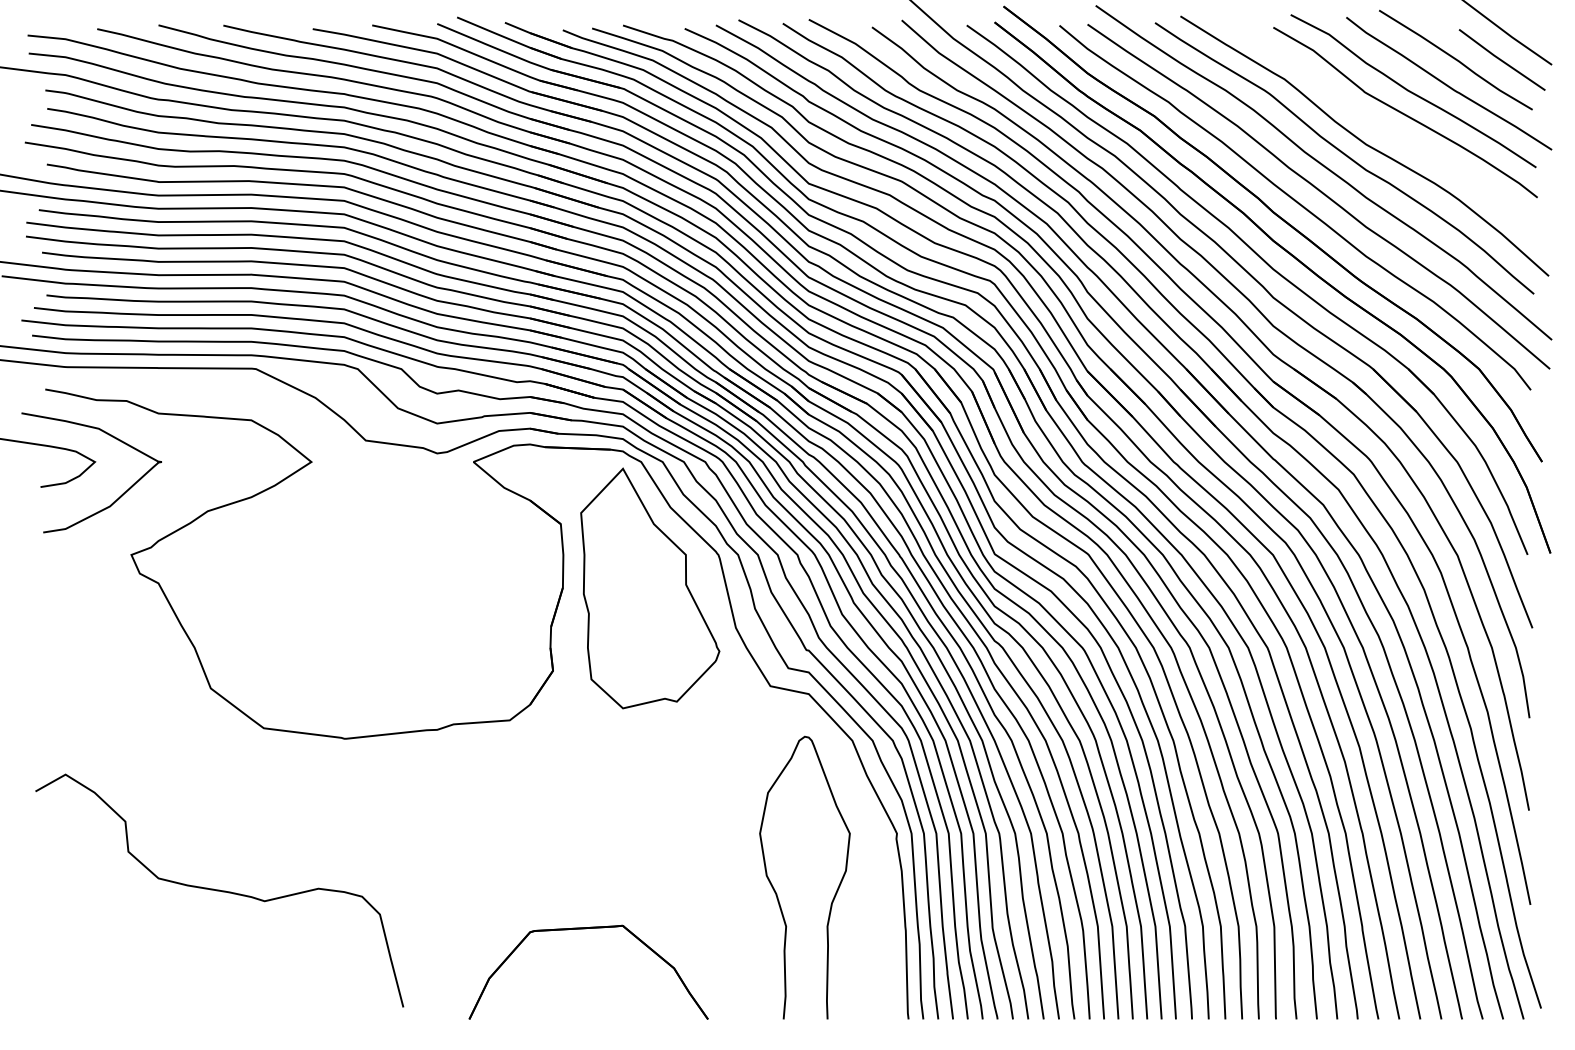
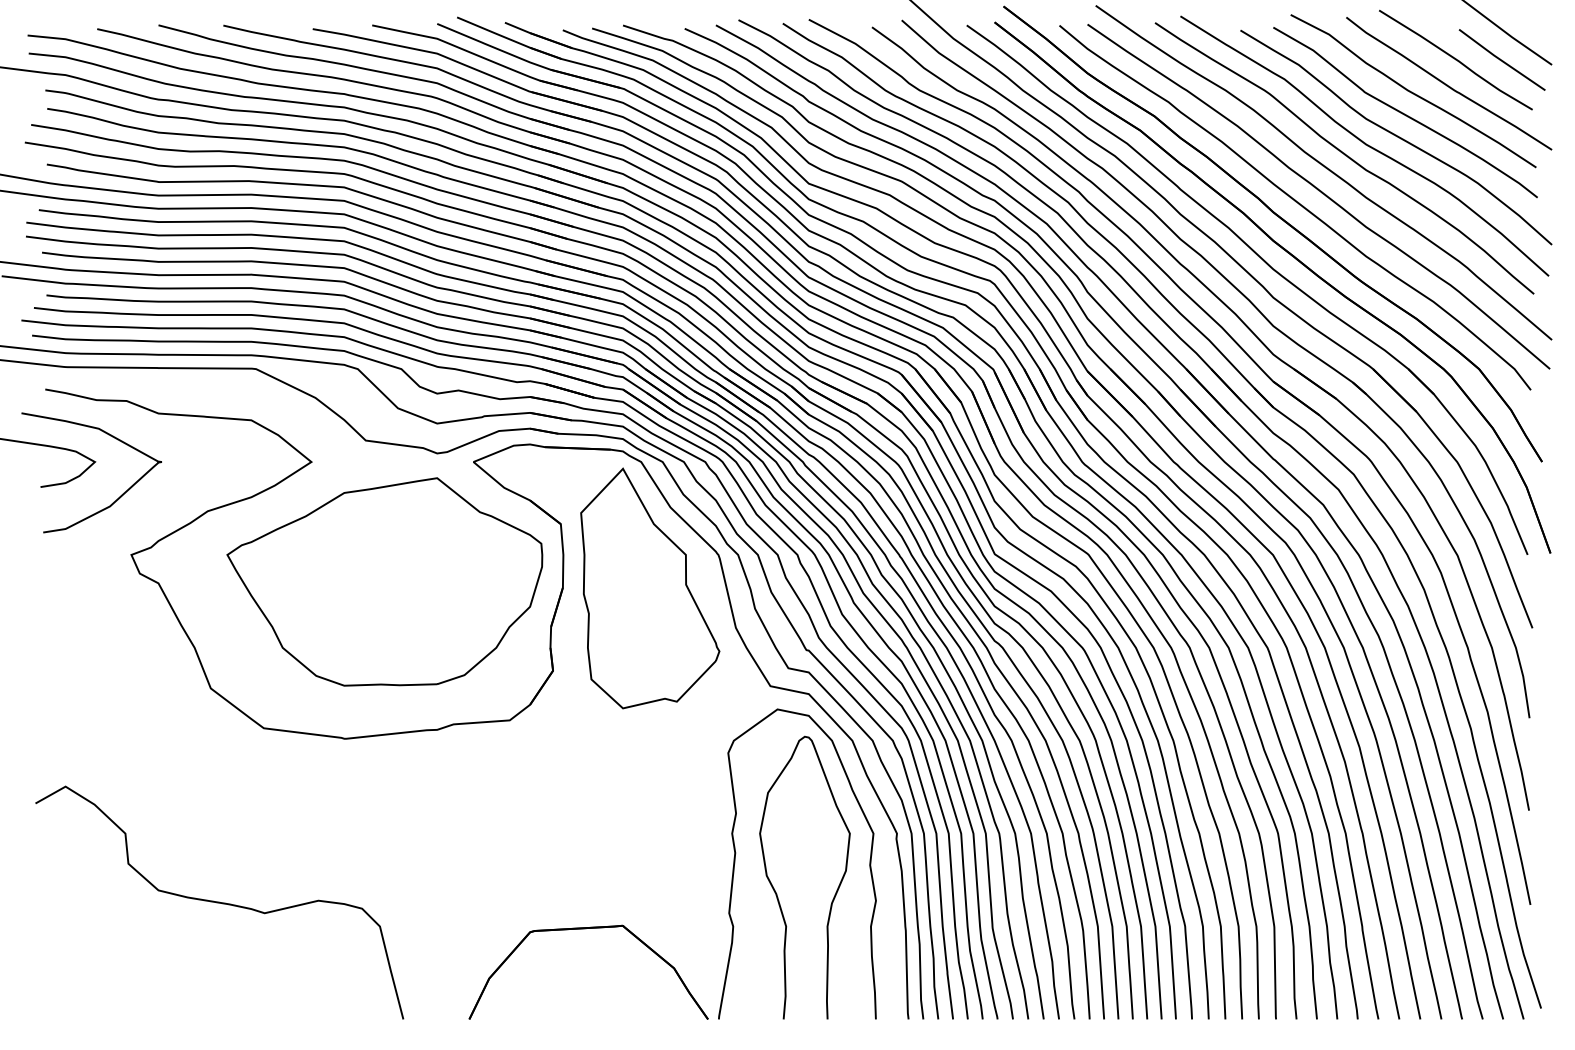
curve at (1396, 136): none -> present
part at (384, 581): none -> present
curve at (736, 853): none -> present
curve at (219, 890) position: (219, 890) -> (219, 902)
